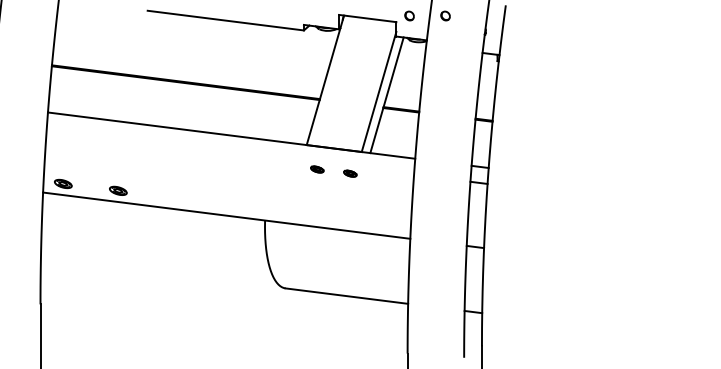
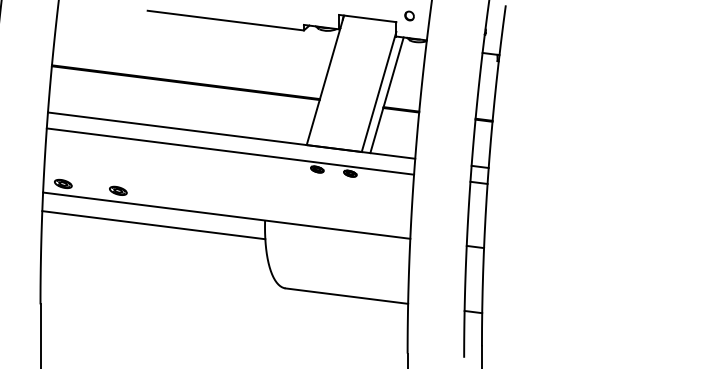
part at (445, 15): present -> none
line at (230, 151): none -> present
line at (153, 225): none -> present
